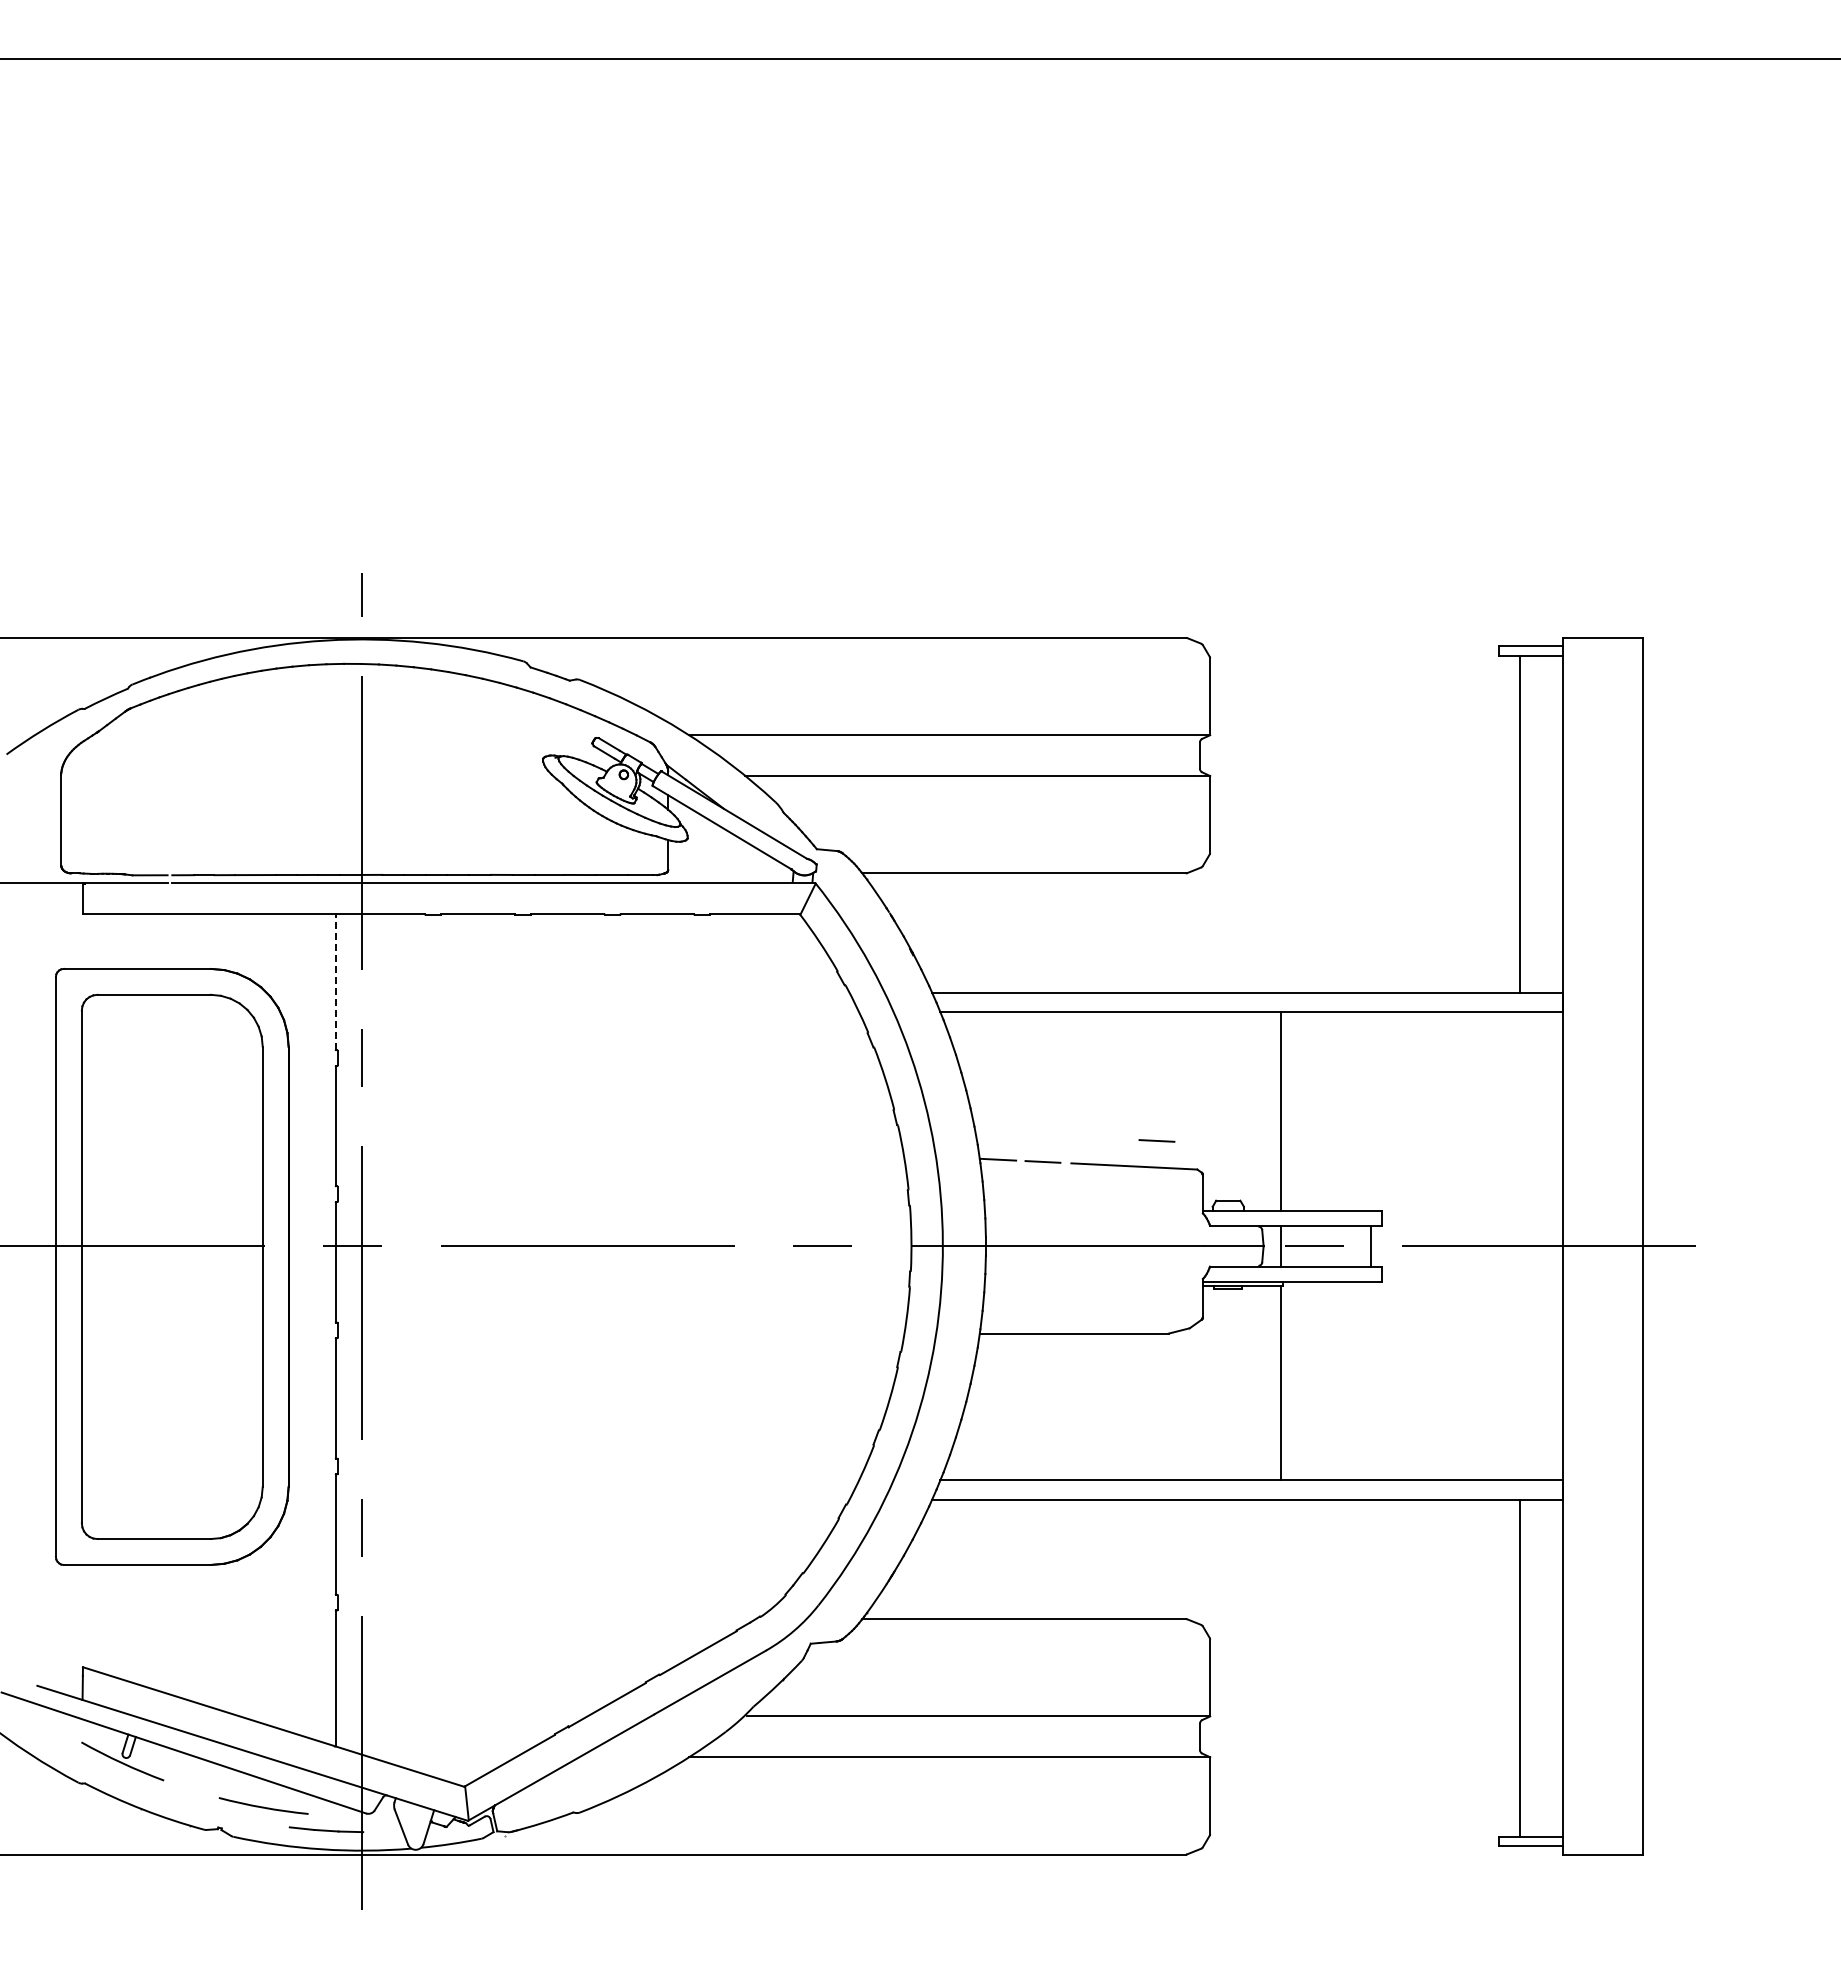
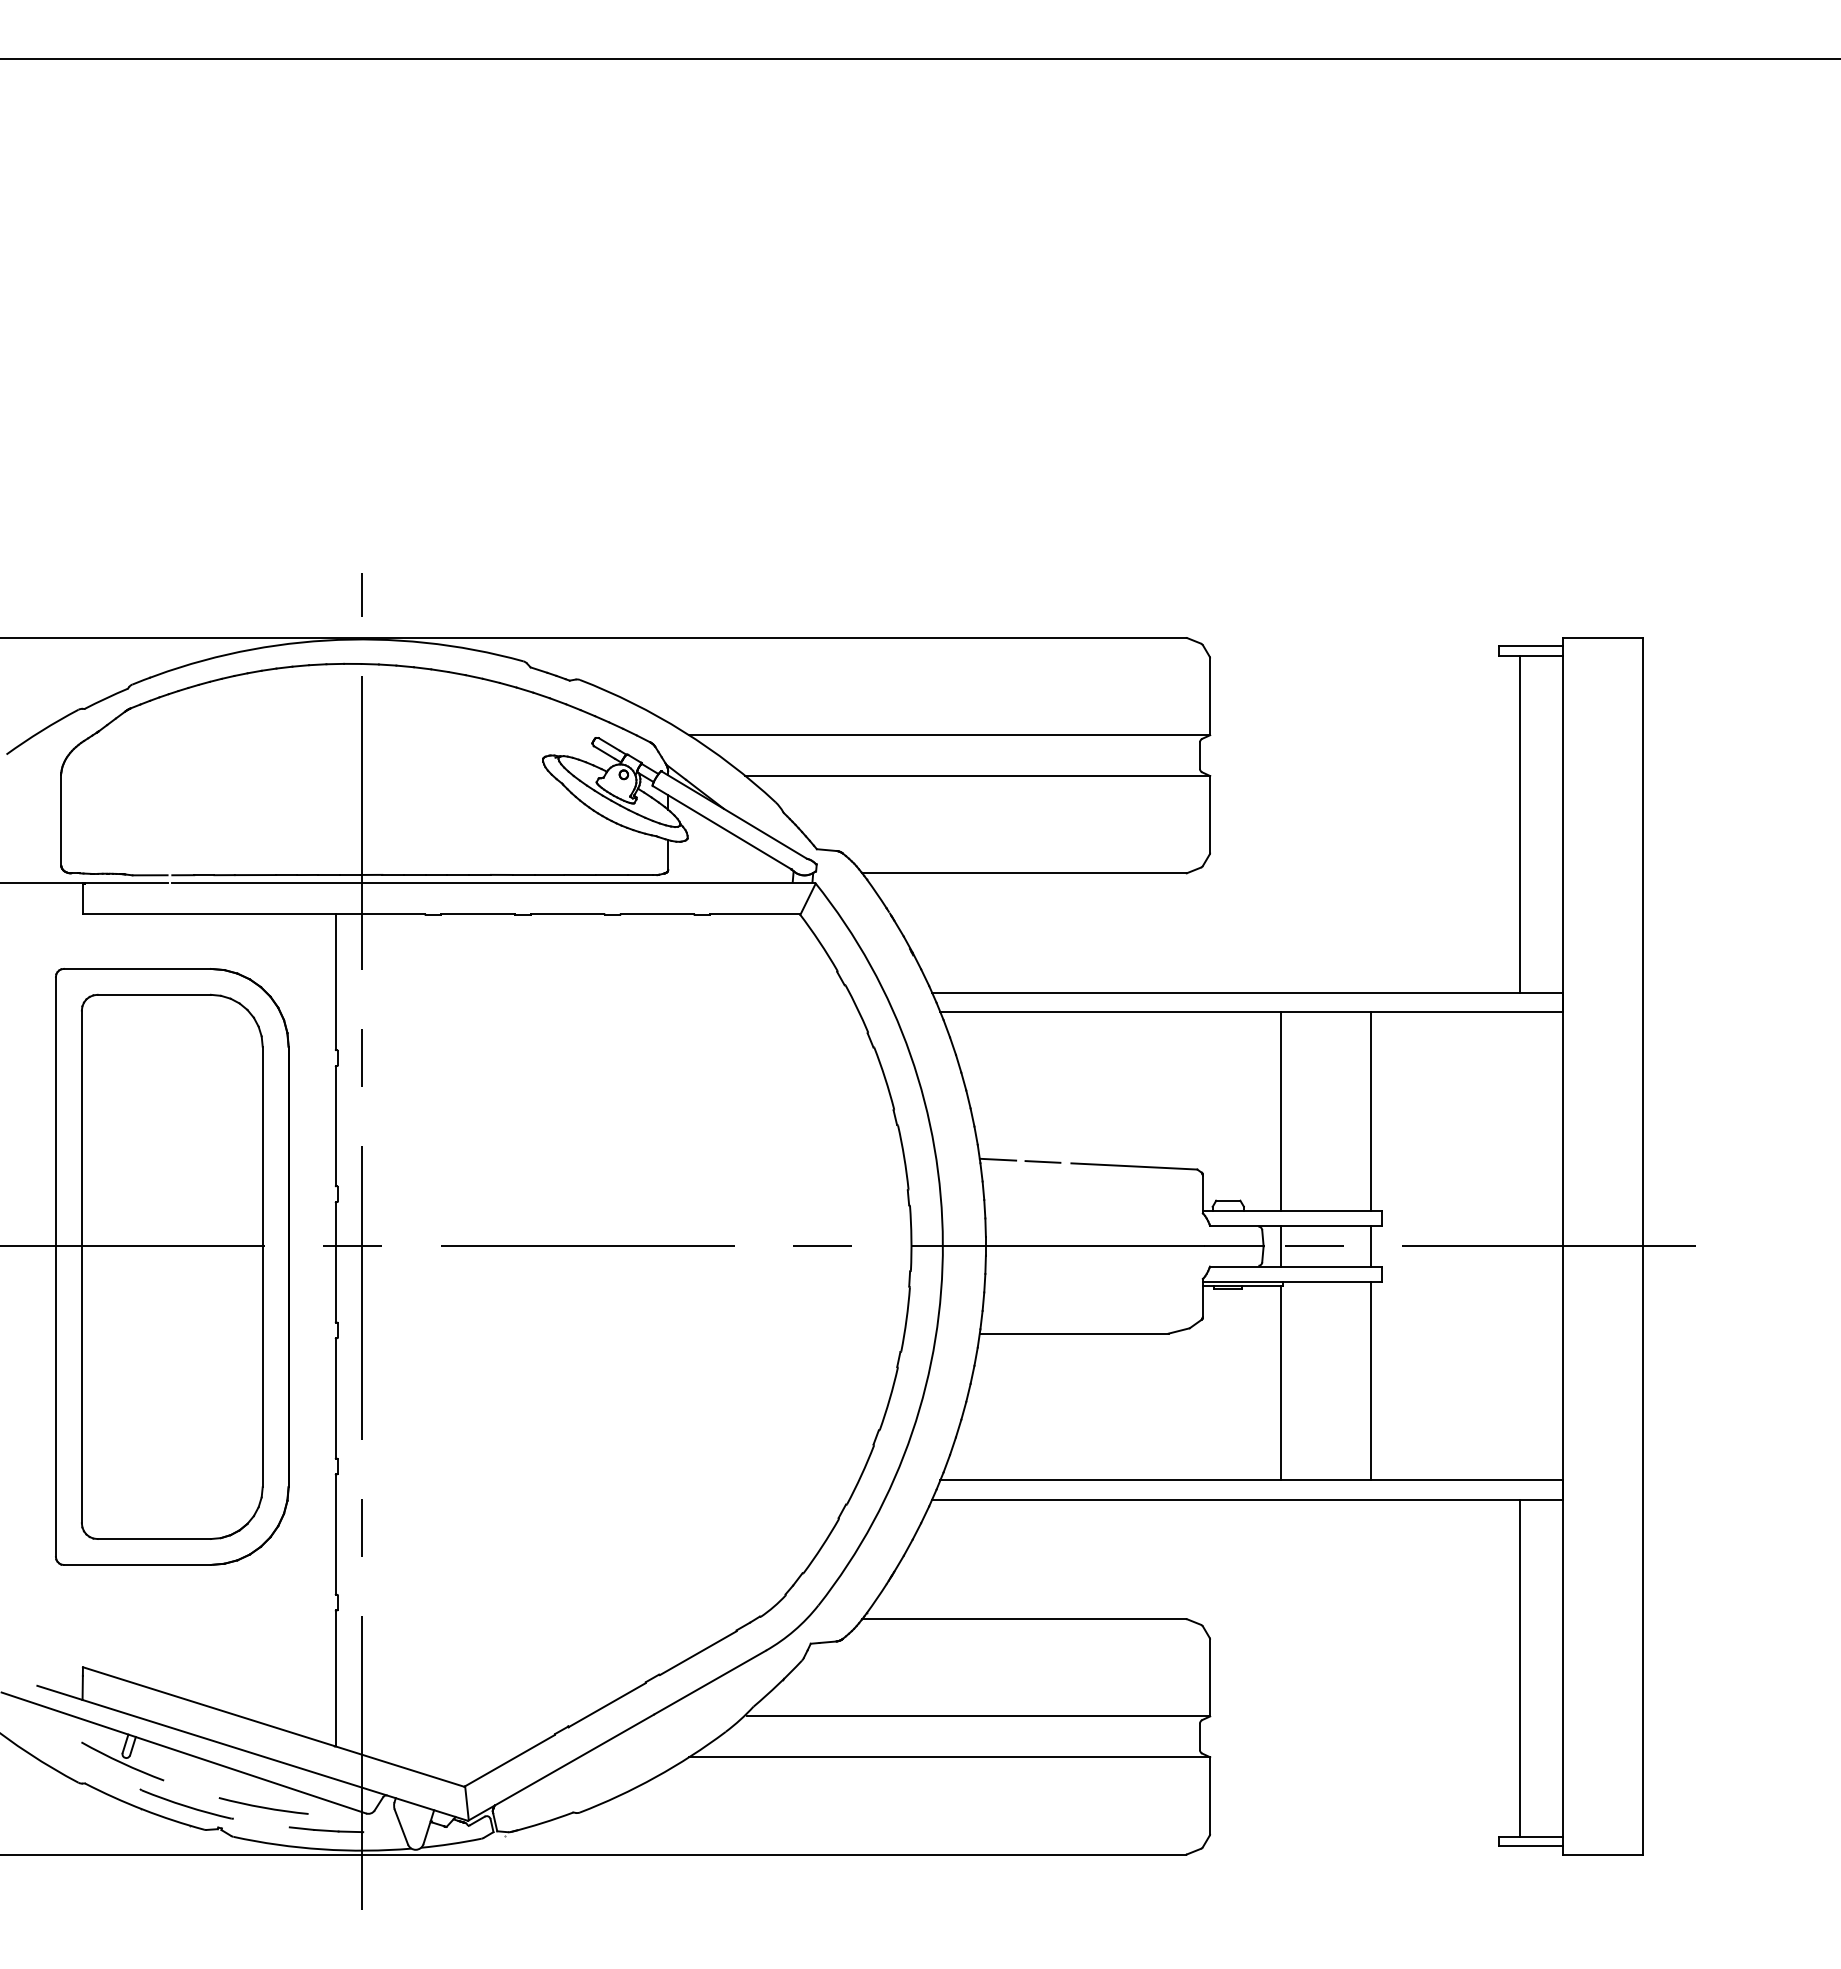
line at (335, 981): dashed -> solid
line at (1371, 1111): none -> present
line at (1156, 1140): present -> none
line at (1371, 1380): none -> present
part at (186, 1803): none -> present
